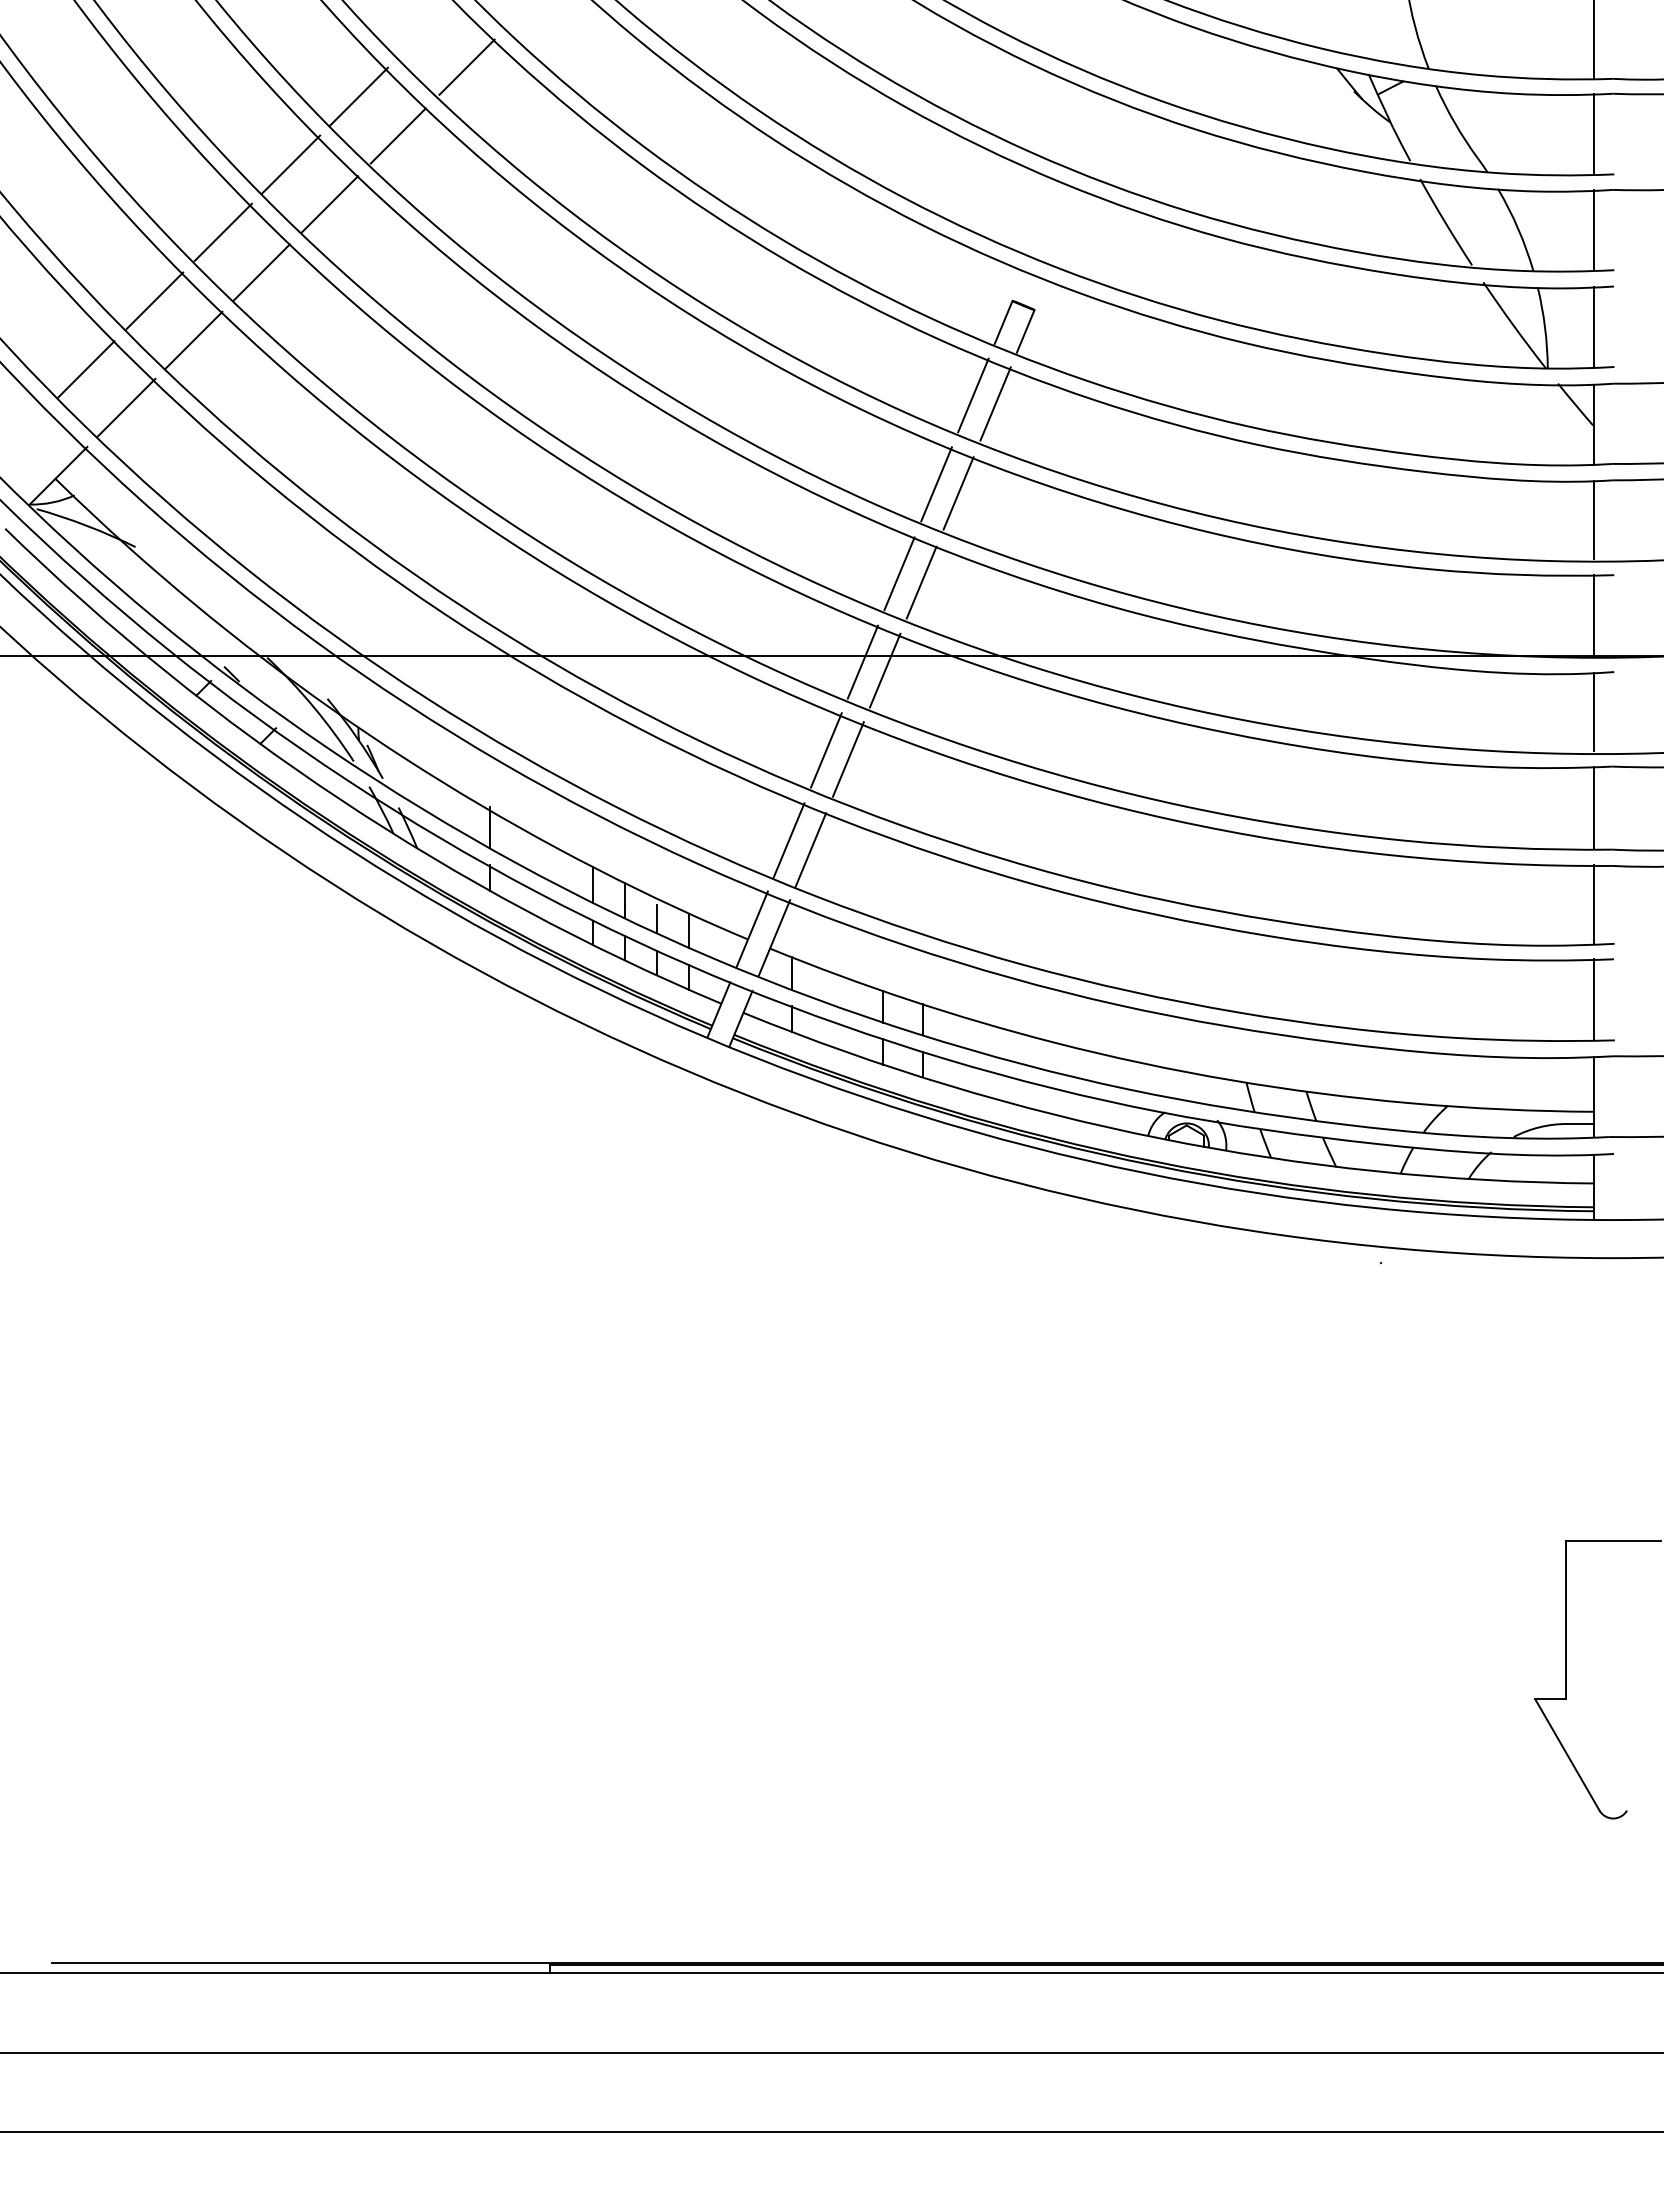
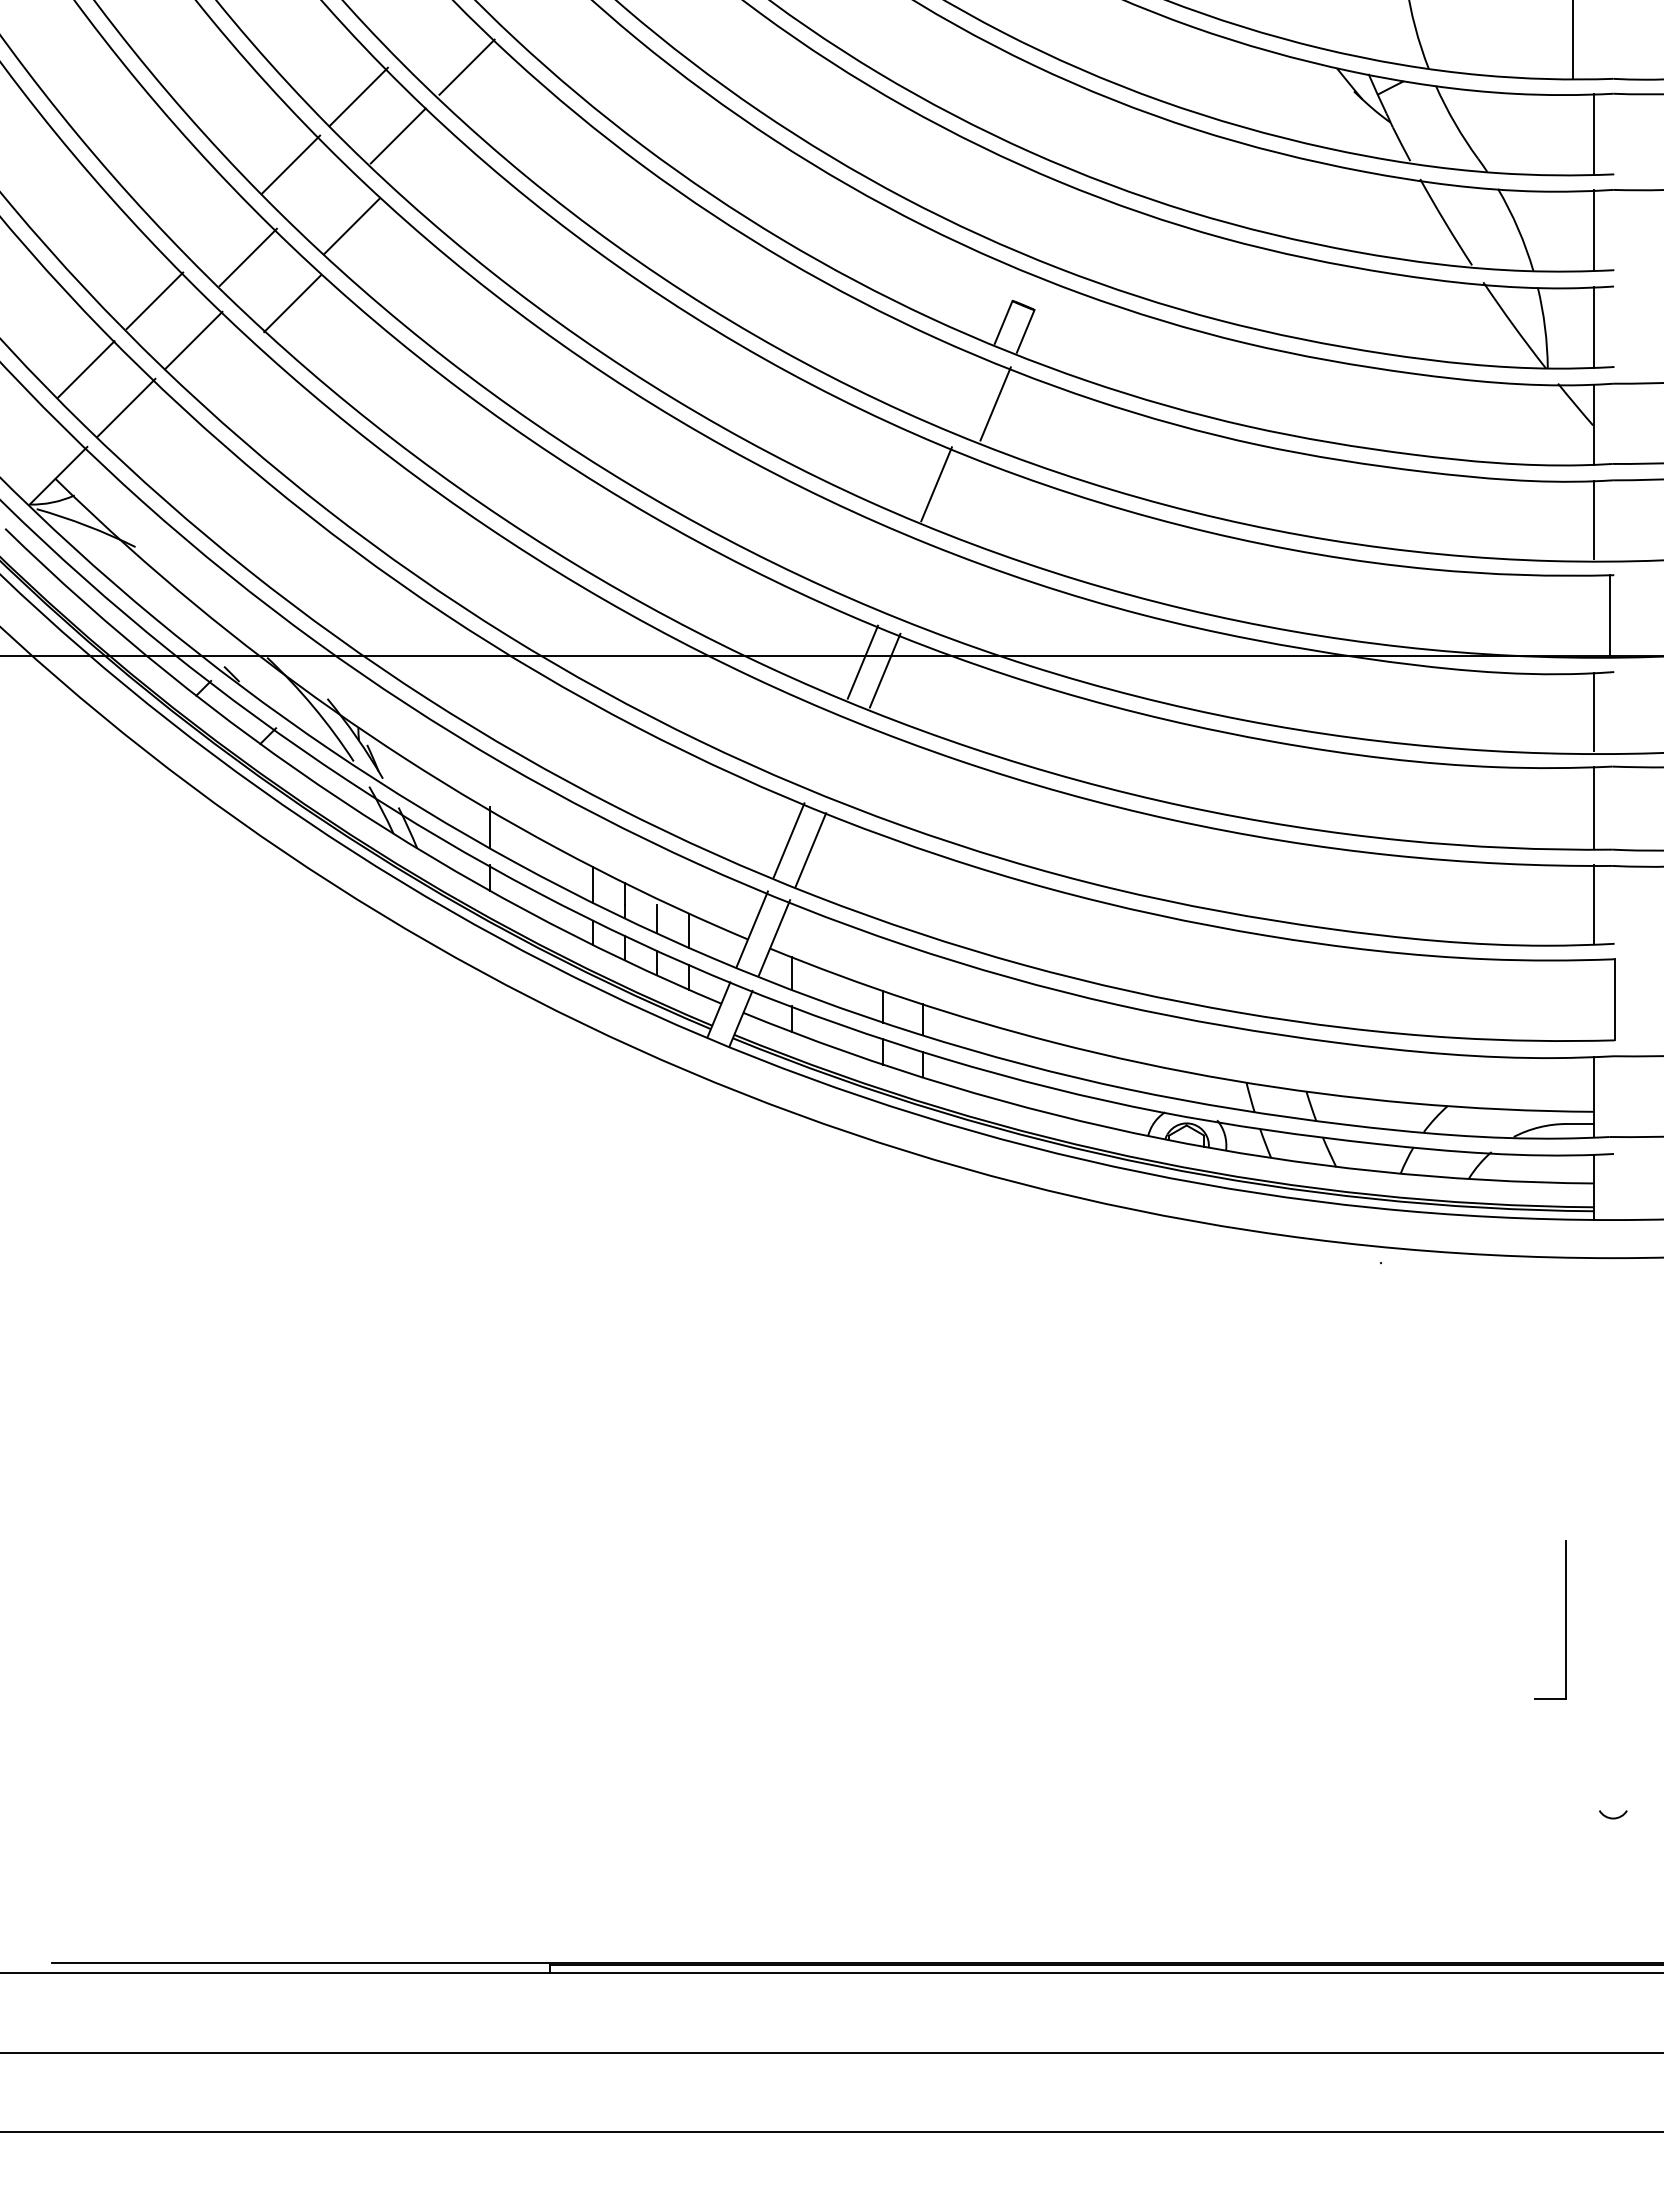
line at (1594, 40) position: (1594, 40) -> (1573, 40)
line at (329, 204) position: (329, 204) -> (351, 226)
line at (222, 232) position: (222, 232) -> (247, 257)
line at (261, 272) position: (261, 272) -> (292, 303)
line at (973, 395): present -> none
line at (958, 493): present -> none
line at (899, 573): present -> none
line at (921, 582): present -> none
line at (1594, 614) position: (1594, 614) -> (1610, 614)
line at (825, 750): present -> none
line at (847, 759): present -> none
line at (1594, 999) position: (1594, 999) -> (1615, 999)
line at (1612, 1540): present -> none
line at (1567, 1754): present -> none
